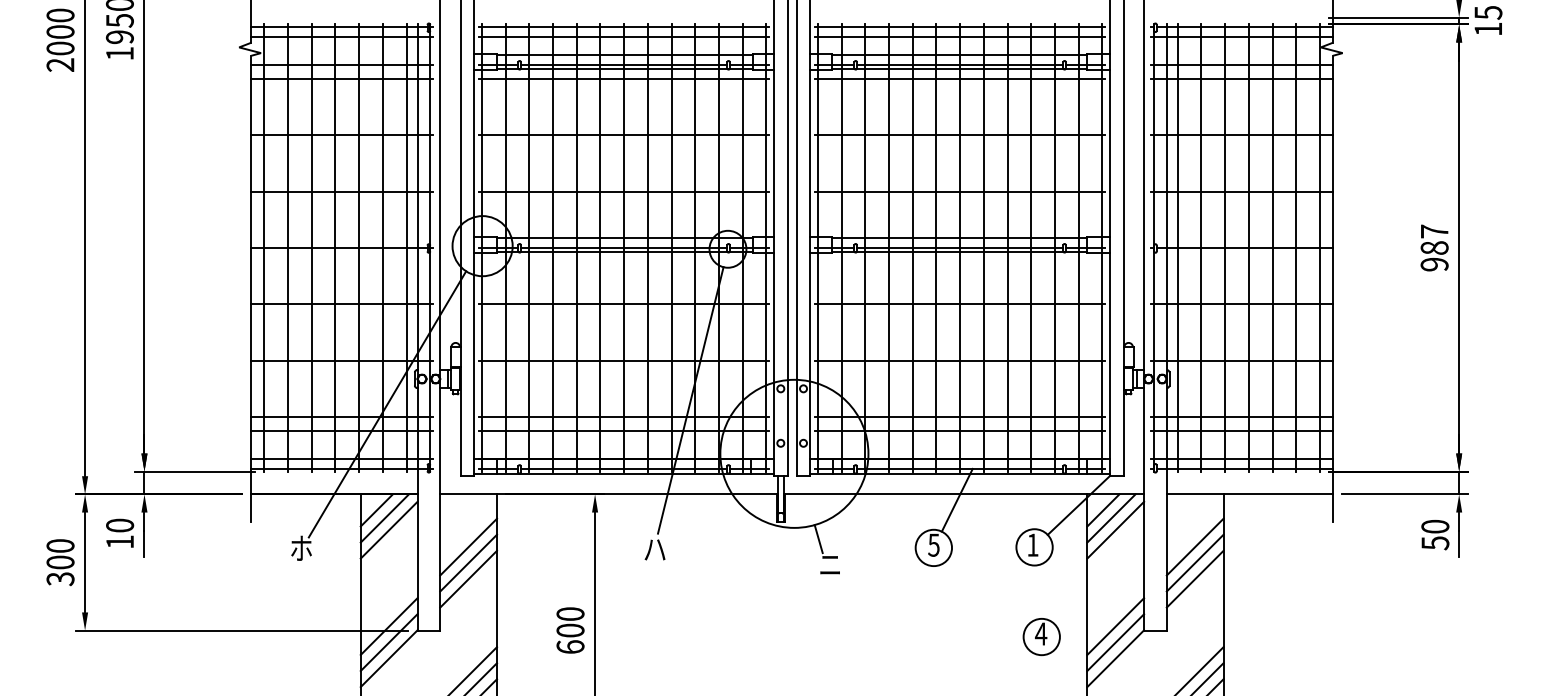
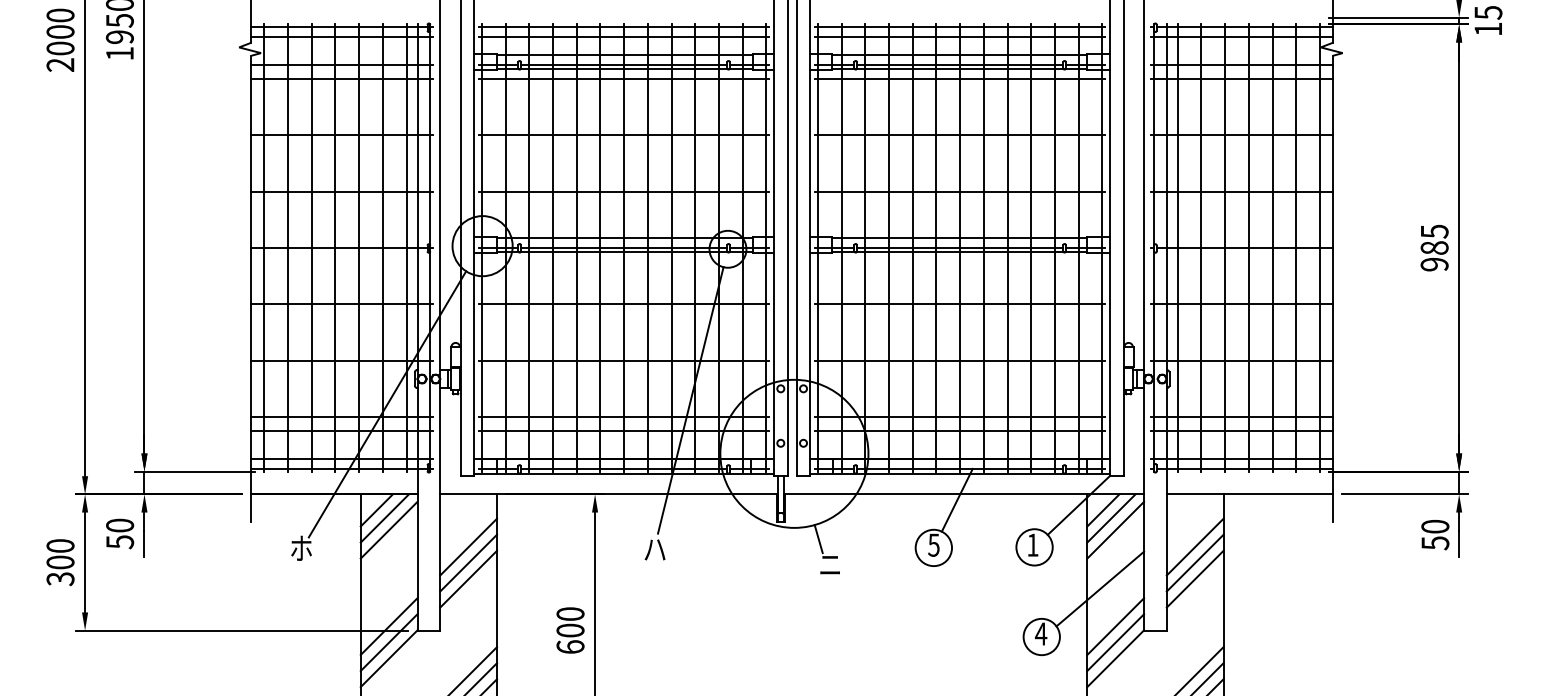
text at (1434, 231): 987 -> 985
text at (120, 542): 10 -> 50
line at (1100, 588): none -> present
